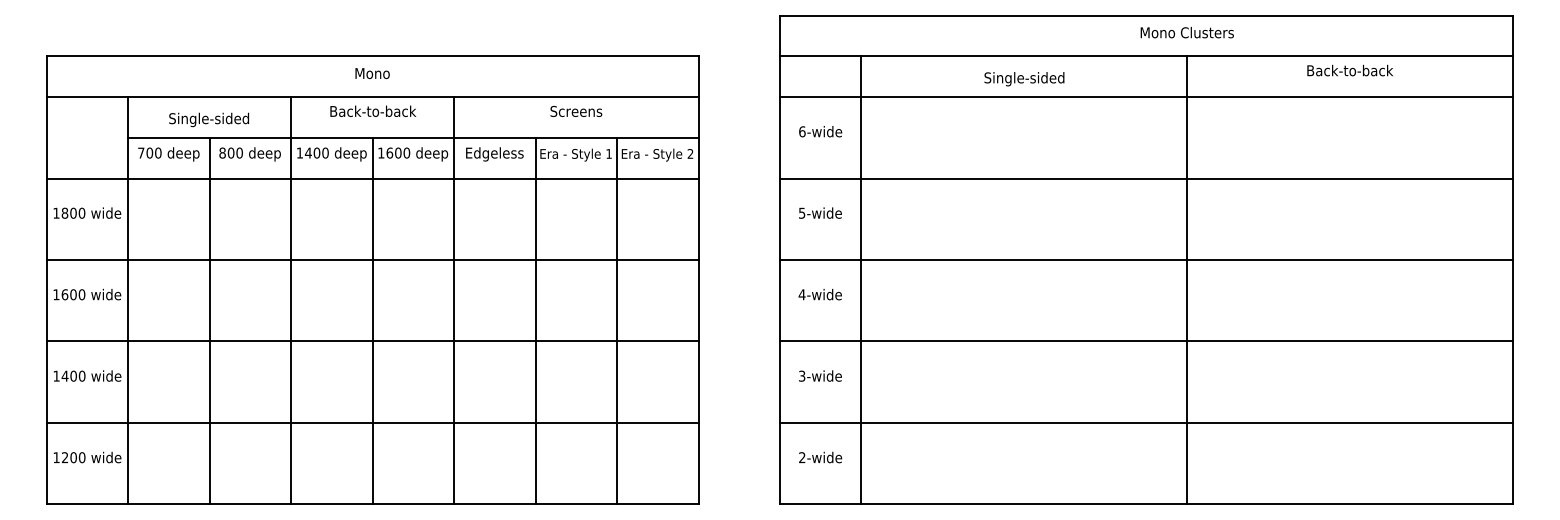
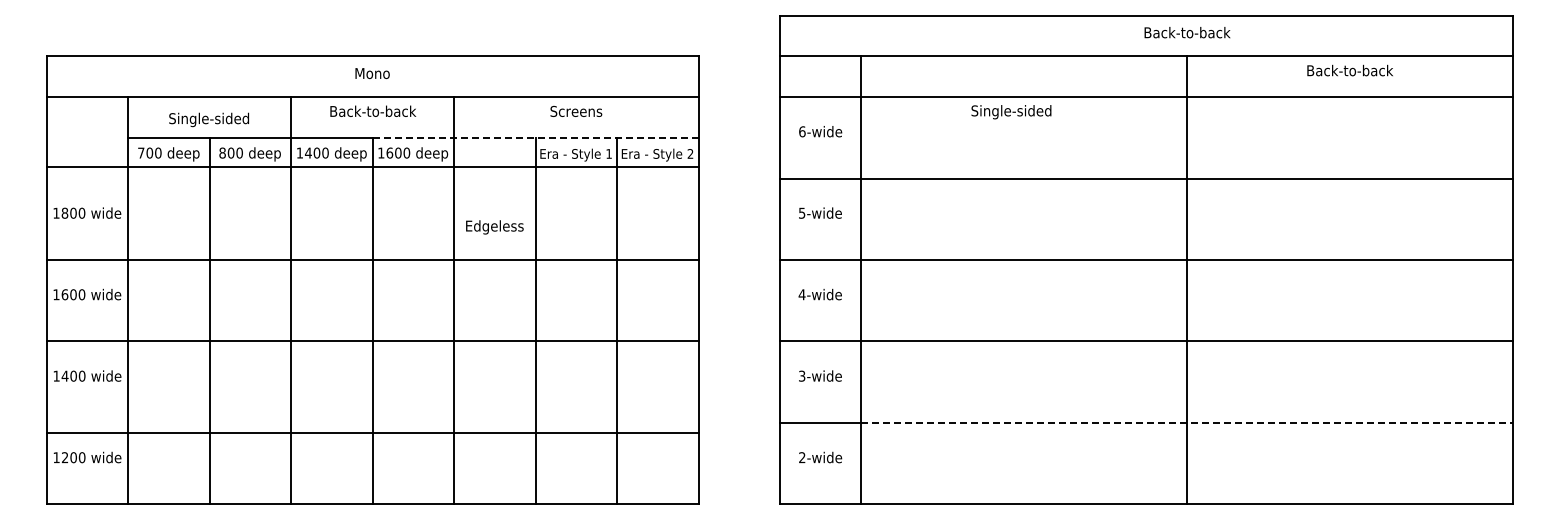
text at (1186, 32): Mono Clusters -> Back-to-back
text at (1024, 79) position: (1024, 79) -> (1011, 112)
line at (535, 137): solid -> dashed
text at (494, 154) position: (494, 154) -> (494, 227)
line at (372, 178) position: (372, 178) -> (372, 166)
line at (372, 422) position: (372, 422) -> (372, 432)
line at (1187, 422): solid -> dashed
